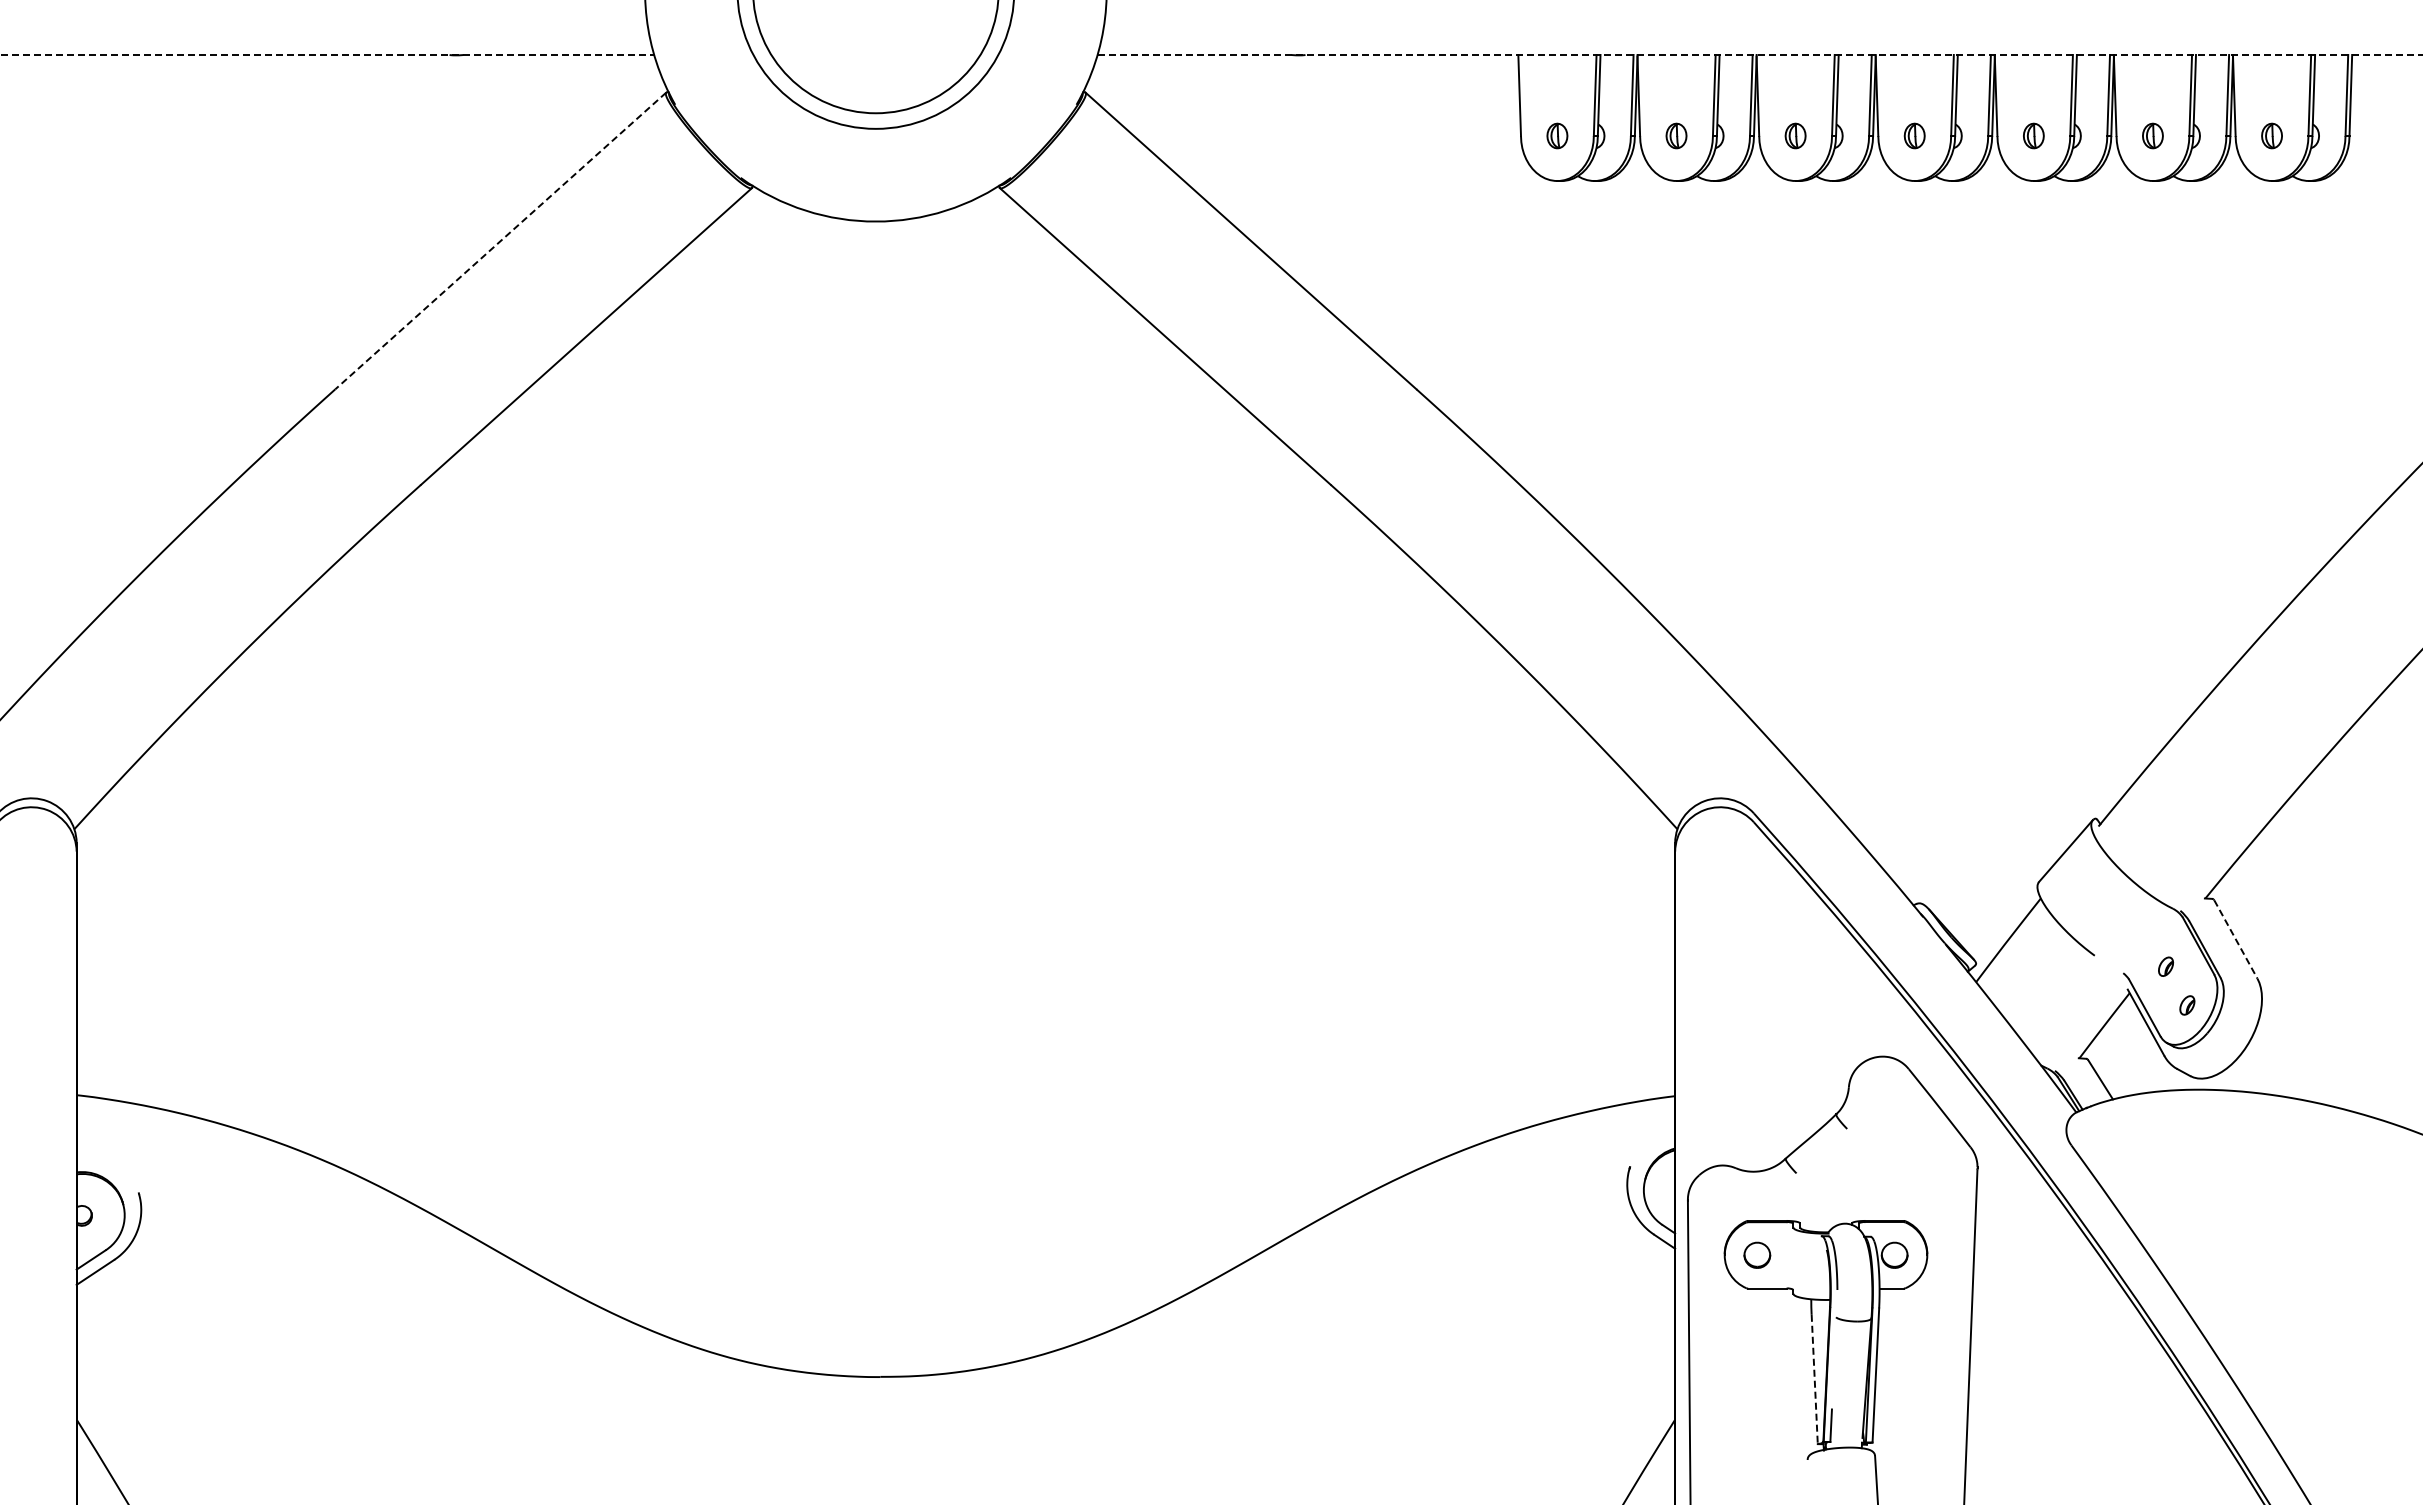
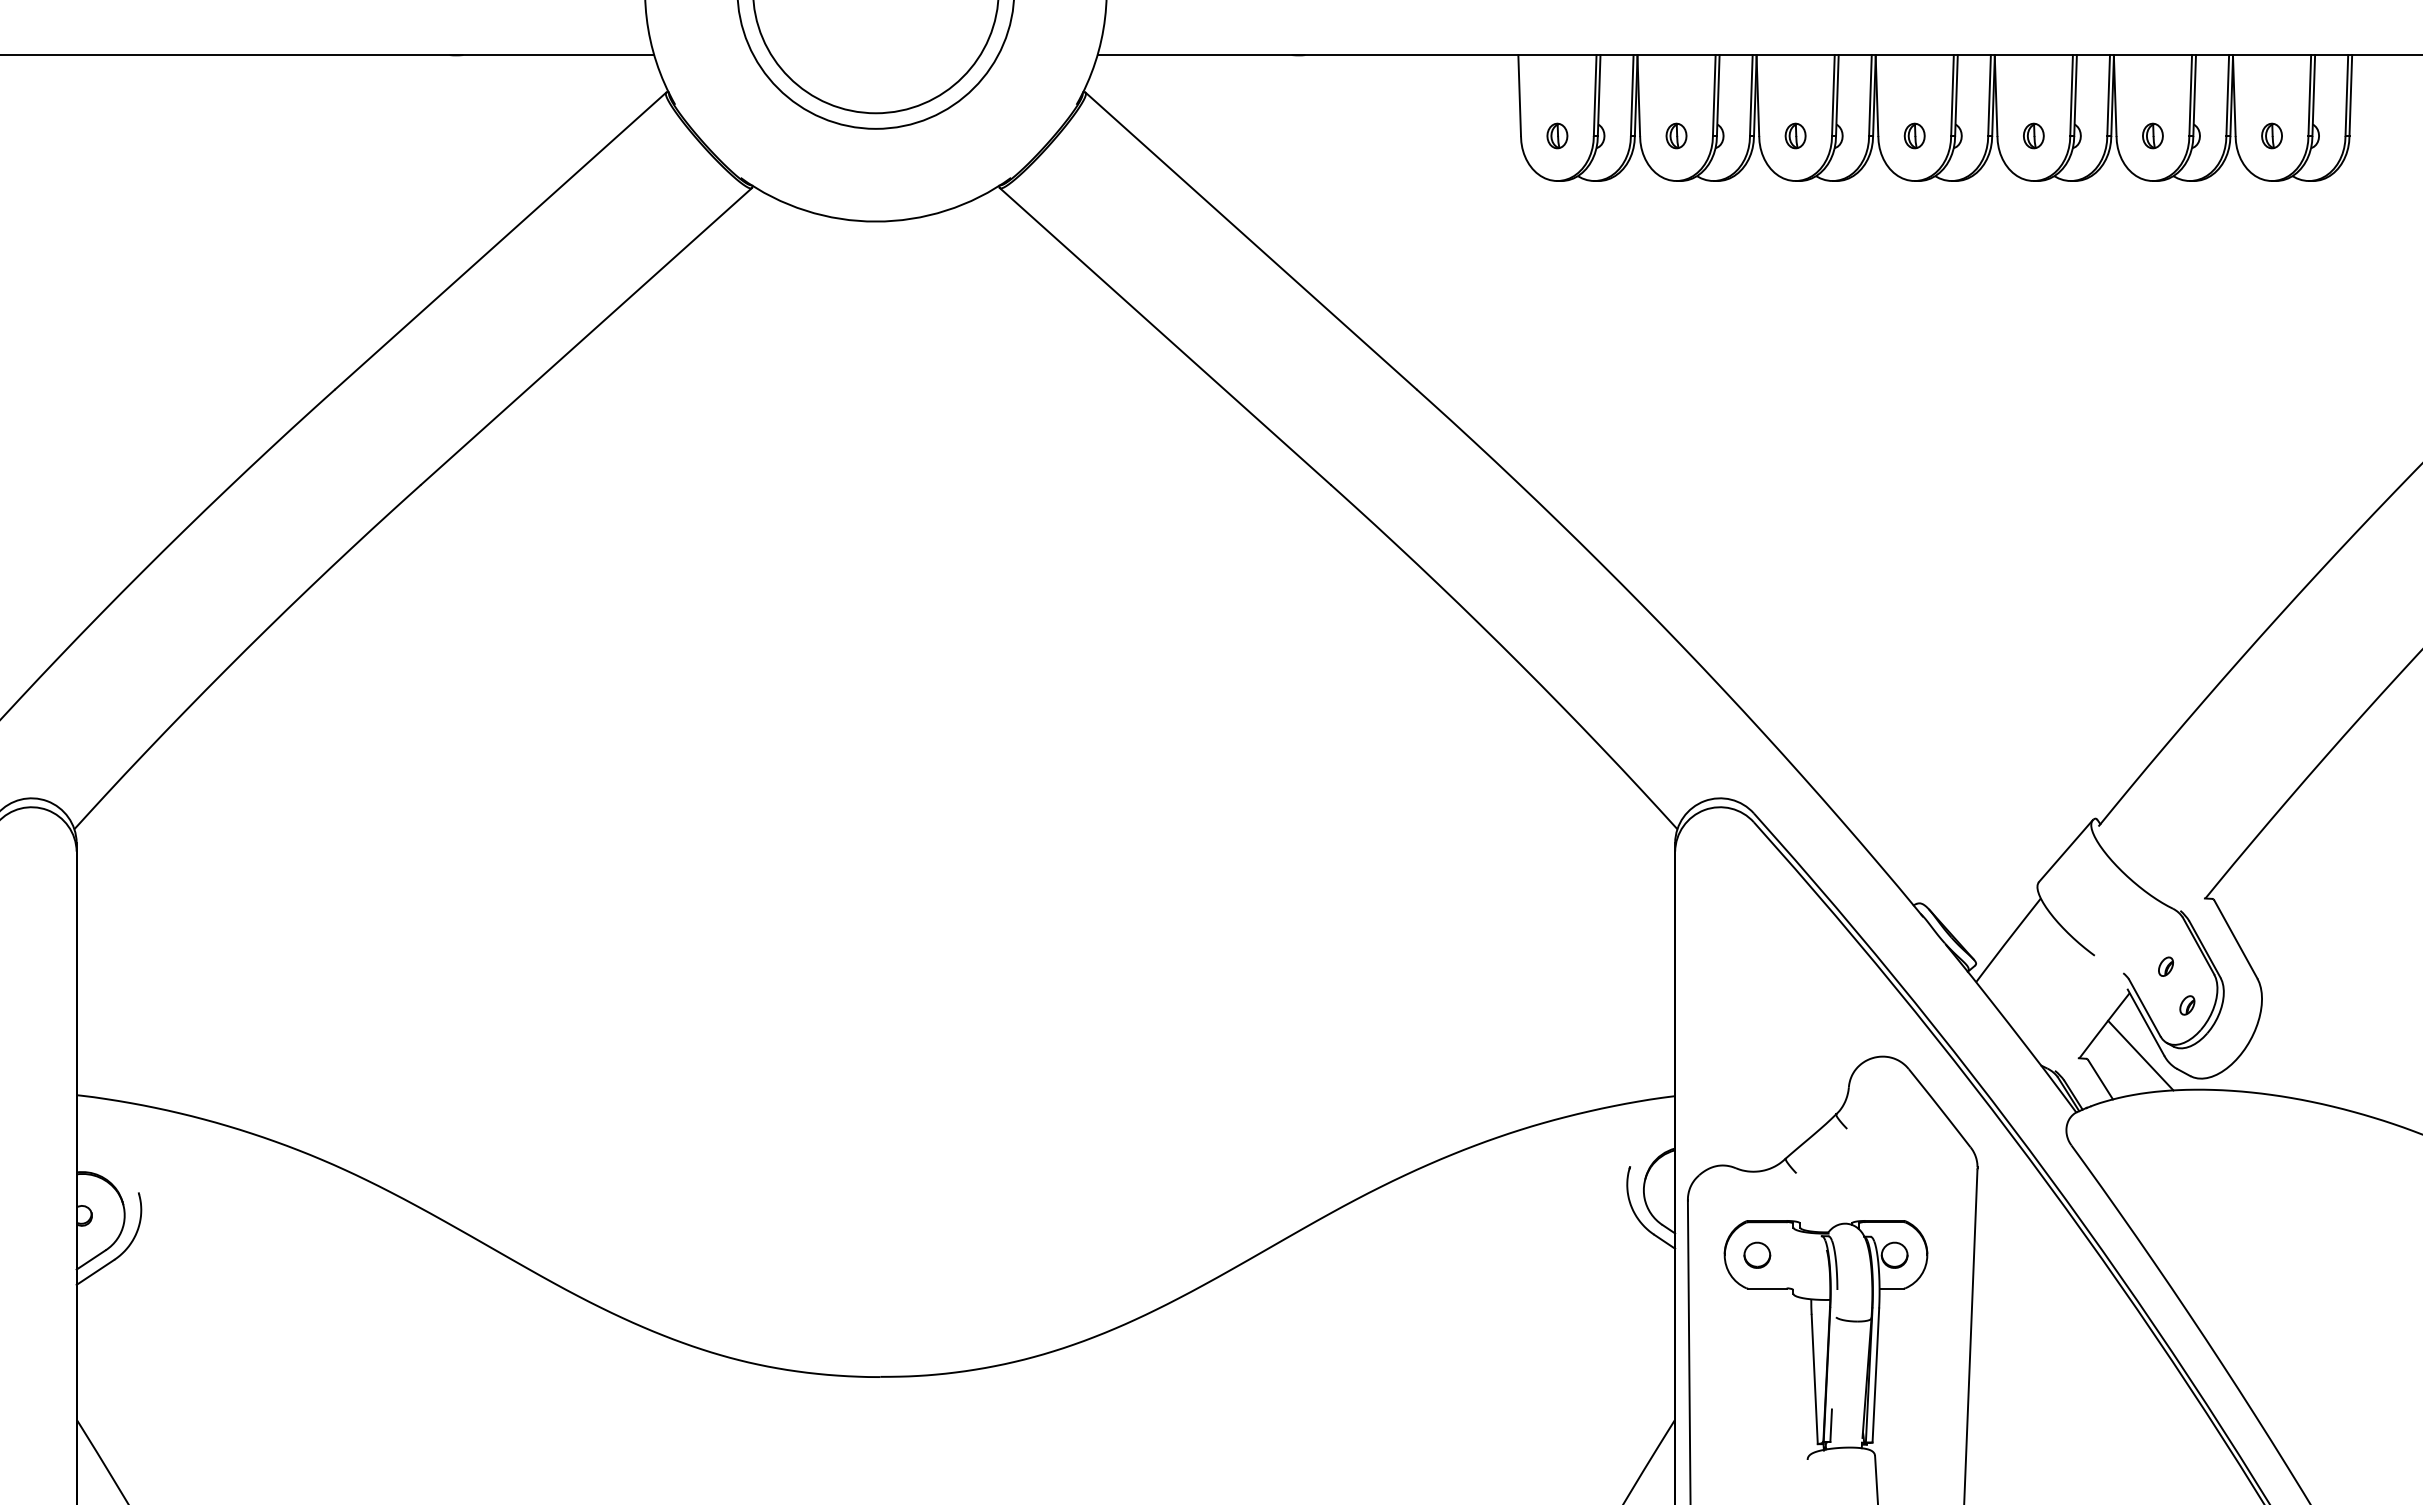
line at (327, 54): dashed -> solid
line at (1760, 54): dashed -> solid
line at (500, 241): dashed -> solid
line at (2235, 939): dashed -> solid
line at (2140, 1055): none -> present
line at (1814, 1379): dashed -> solid
